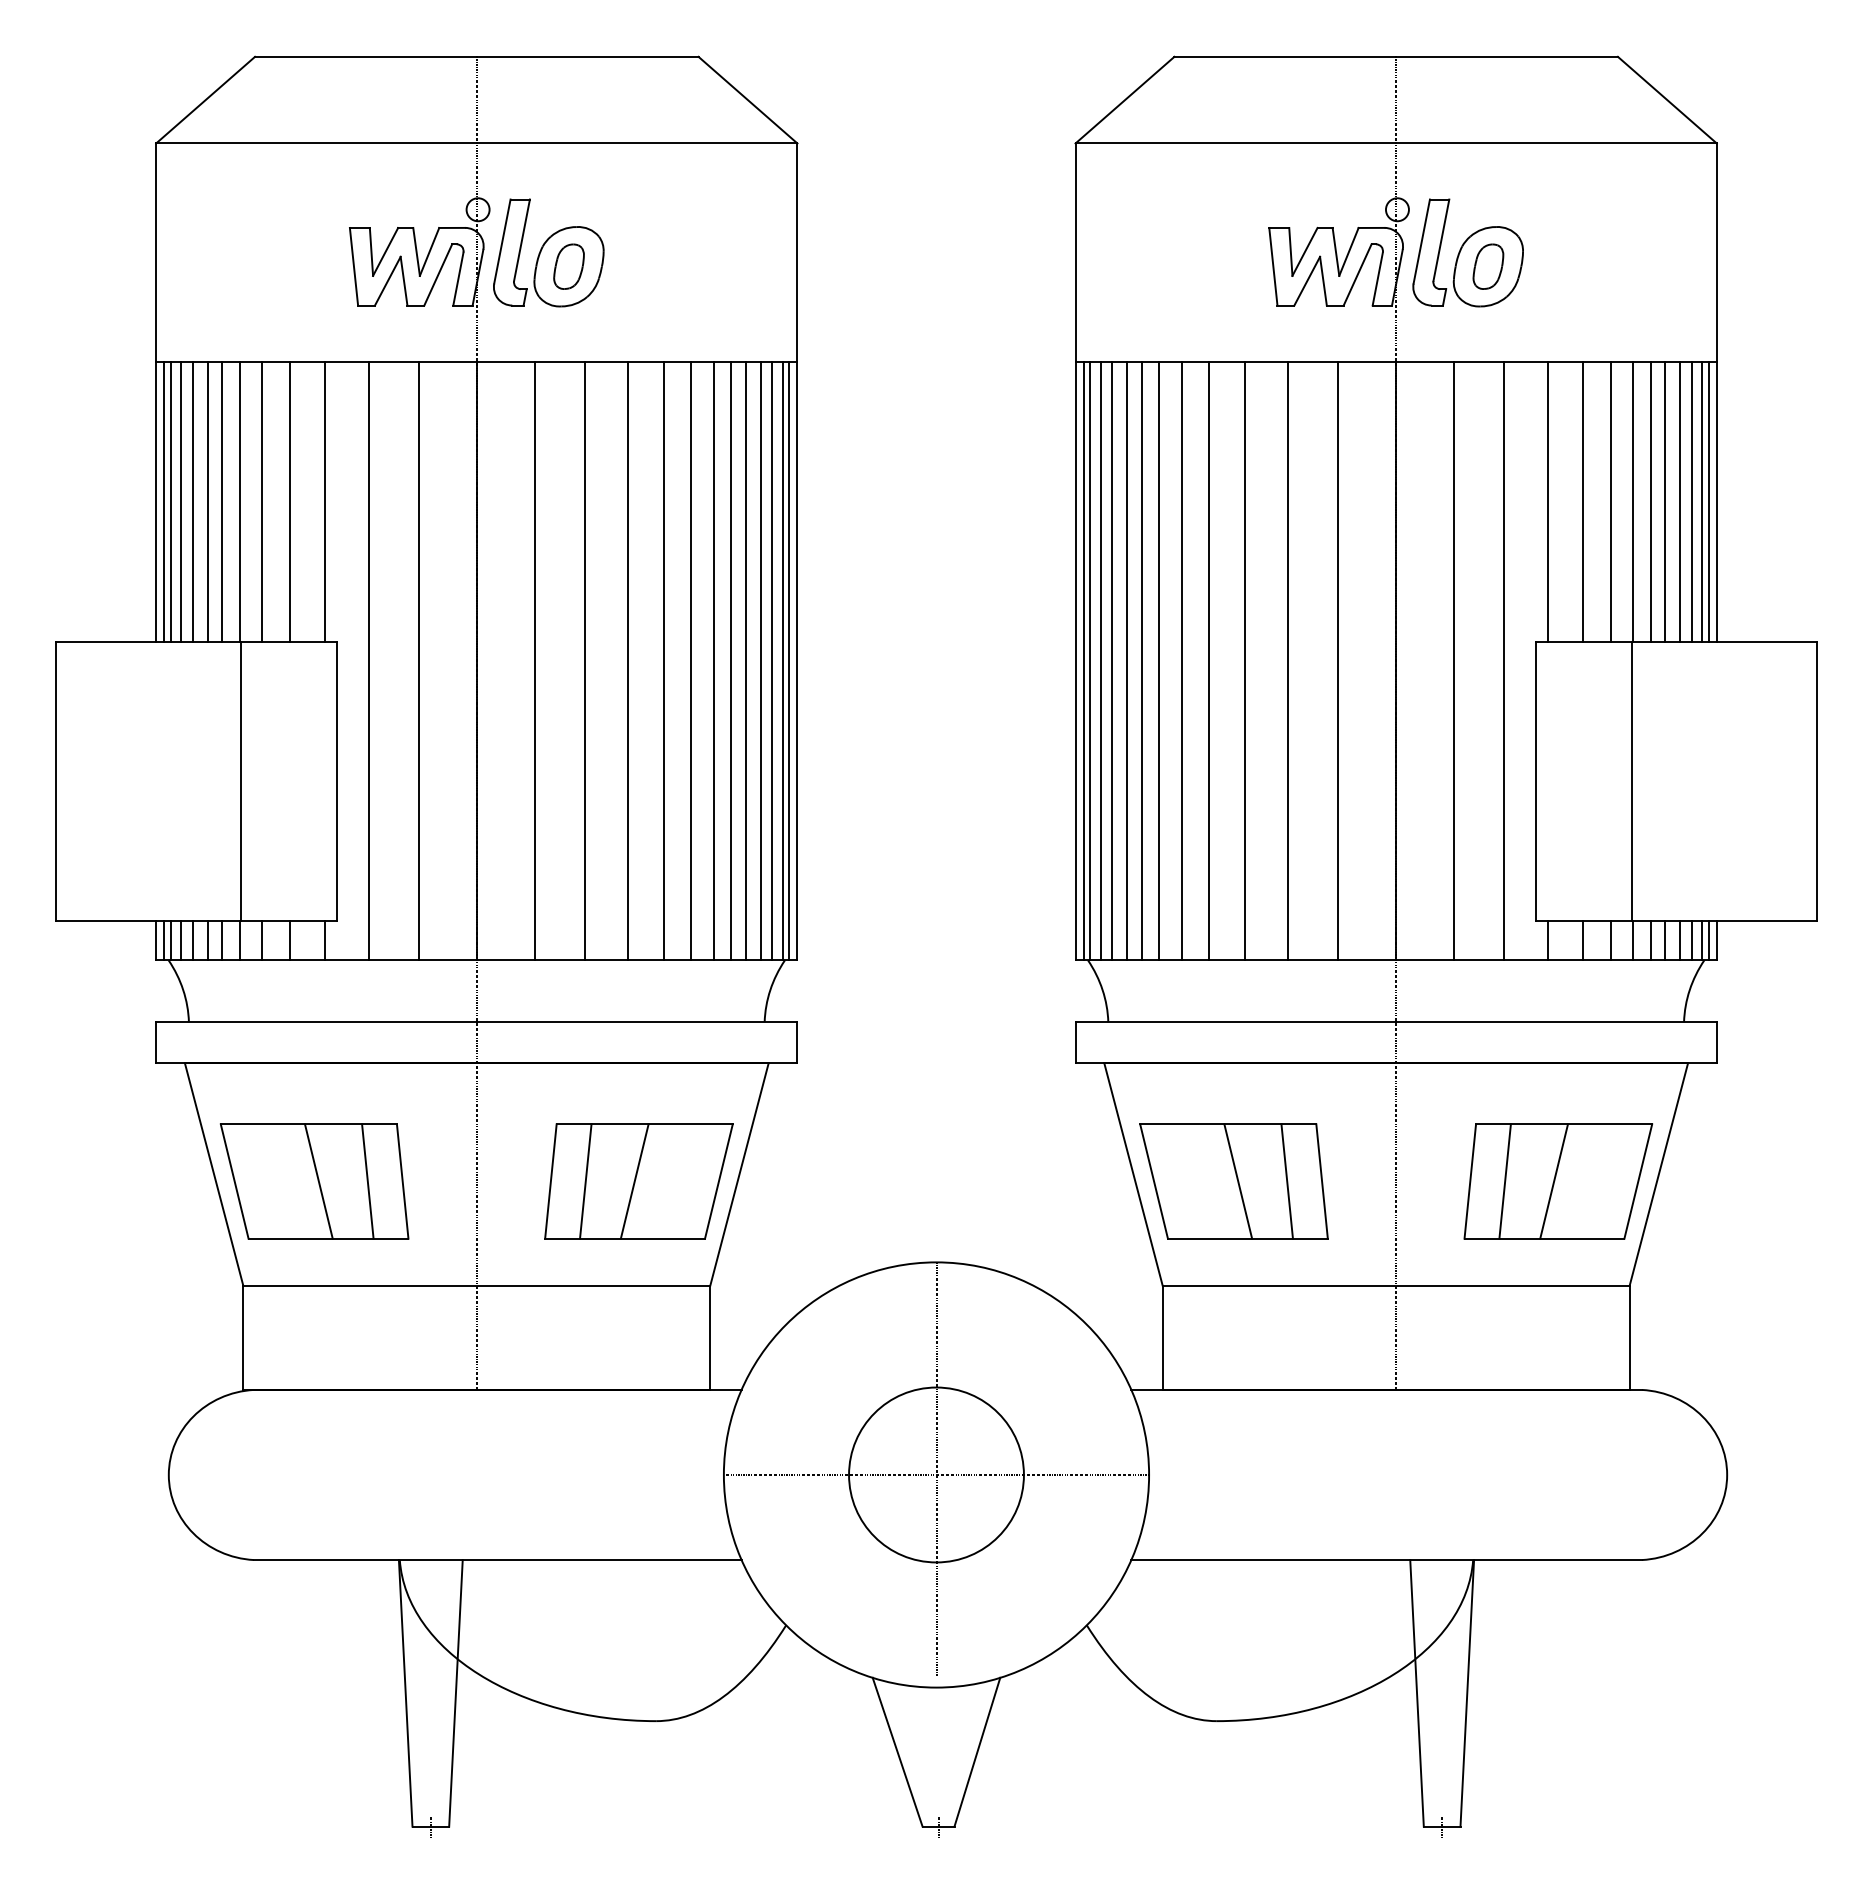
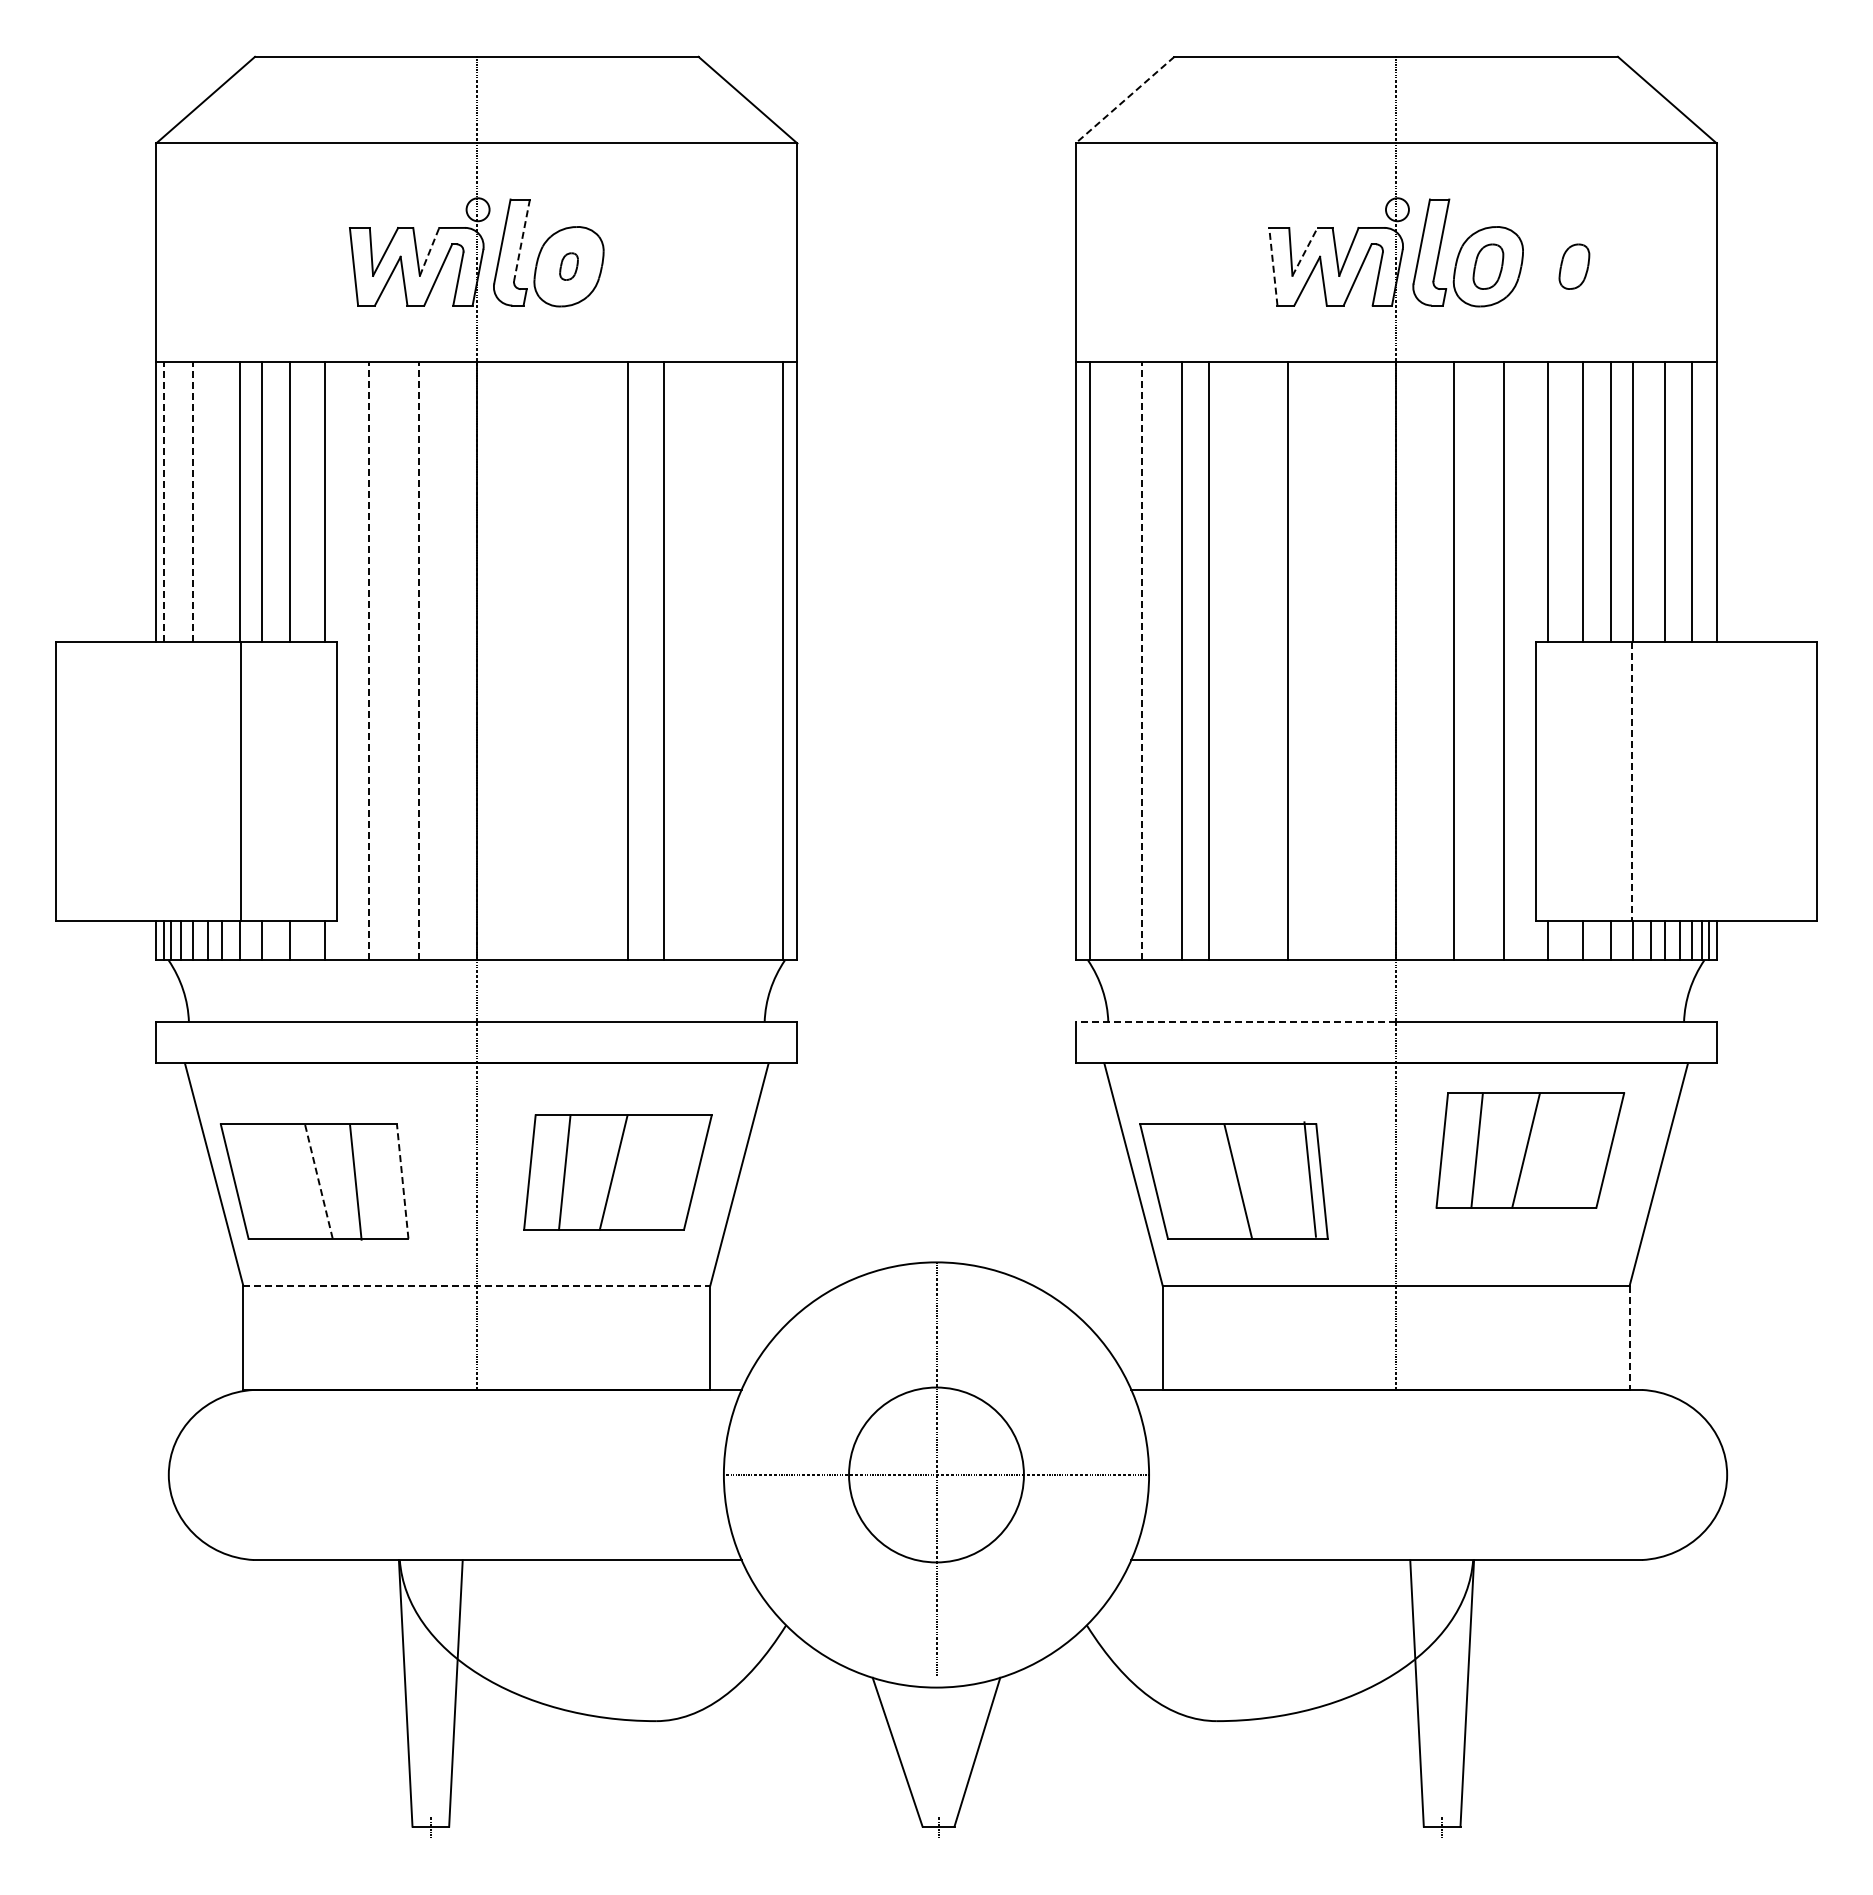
line at (1124, 100): solid -> dashed
line at (521, 240): solid -> dashed
line at (429, 251): solid -> dashed
line at (1305, 251): solid -> dashed
part at (568, 266) size: 32x47 px -> 20x29 px
line at (1273, 266): solid -> dashed
part at (1574, 266): none -> present
line at (164, 501): solid -> dashed
line at (170, 501): present -> none
line at (181, 501): present -> none
line at (192, 501): solid -> dashed
line at (207, 501): present -> none
line at (222, 501): present -> none
line at (1650, 501): present -> none
line at (1680, 501): present -> none
line at (1702, 501): present -> none
line at (1708, 501): present -> none
line at (368, 660): solid -> dashed
line at (418, 660): solid -> dashed
line at (534, 660): present -> none
line at (691, 660): present -> none
line at (713, 660): present -> none
line at (731, 660): present -> none
line at (745, 660): present -> none
line at (761, 660): present -> none
line at (772, 660): present -> none
line at (789, 660): present -> none
line at (1083, 660): present -> none
line at (1100, 660): present -> none
line at (1111, 660): present -> none
line at (1127, 660): present -> none
line at (1141, 660): solid -> dashed
line at (1159, 660): present -> none
line at (1244, 660): present -> none
line at (1338, 660): present -> none
line at (584, 661): present -> none
line at (1632, 782): solid -> dashed
line at (1235, 1022): solid -> dashed
line at (318, 1181): solid -> dashed
line at (367, 1181) position: (367, 1181) -> (355, 1182)
line at (402, 1181): solid -> dashed
part at (638, 1181) position: (638, 1181) -> (617, 1172)
line at (1286, 1181) position: (1286, 1181) -> (1309, 1179)
part at (1558, 1181) position: (1558, 1181) -> (1530, 1150)
line at (477, 1285): solid -> dashed
line at (1629, 1338): solid -> dashed
